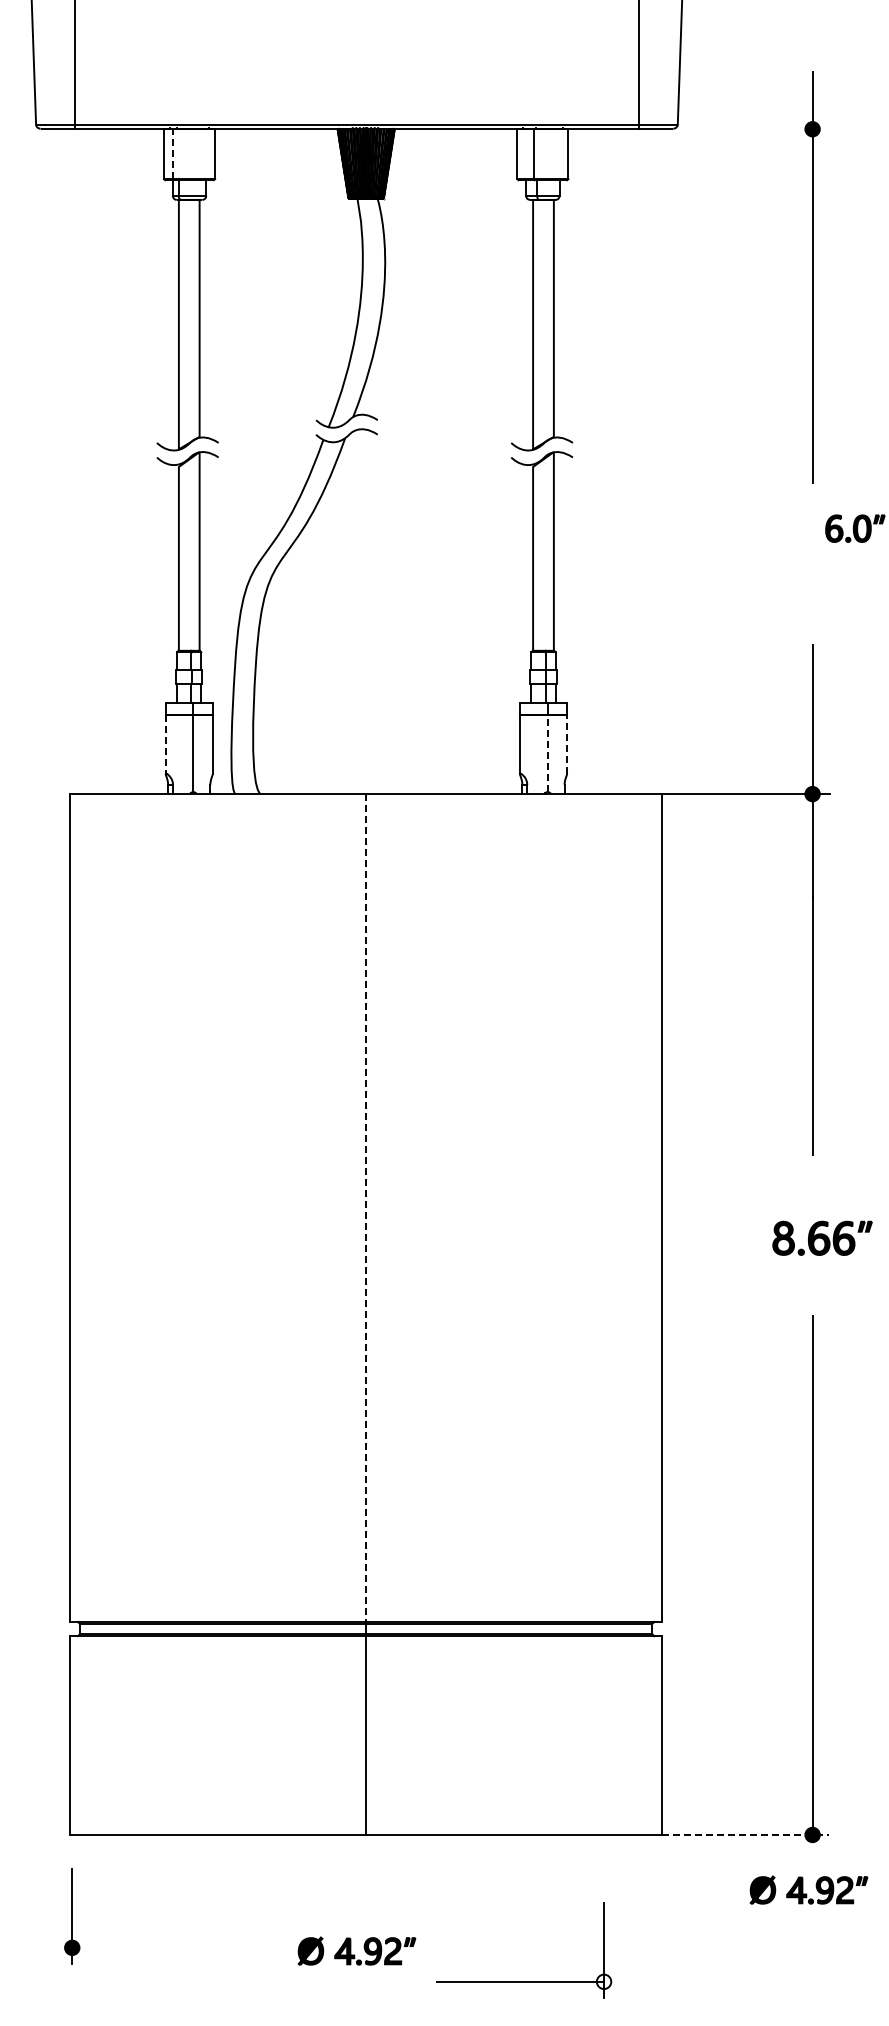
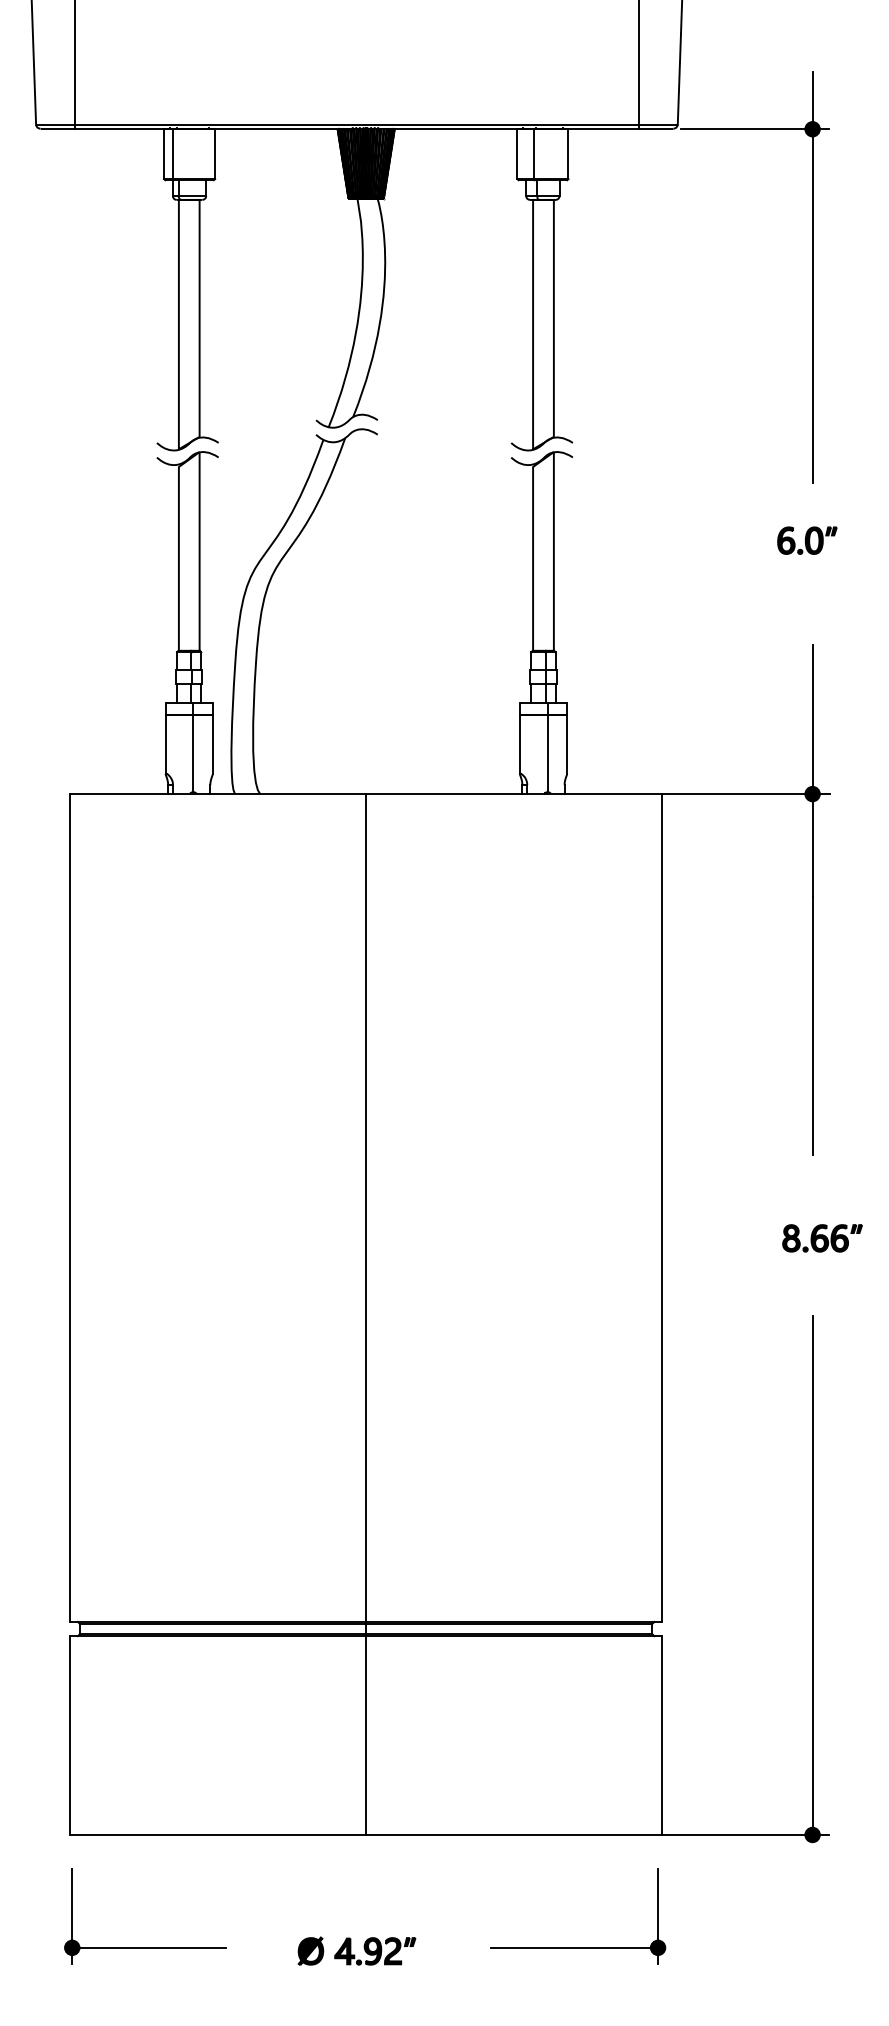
line at (755, 129): none -> present
line at (172, 154): dashed -> solid
part at (855, 528) position: (855, 528) -> (807, 540)
line at (567, 744): dashed -> solid
line at (165, 745): dashed -> solid
line at (547, 753): dashed -> solid
line at (366, 1208): dashed -> solid
part at (822, 1237) size: 101x36 px -> 81x29 px
line at (745, 1834): dashed -> solid
part at (808, 1889): present -> none
line at (148, 1947): none -> present
part at (524, 1981) position: (524, 1981) -> (578, 1947)
